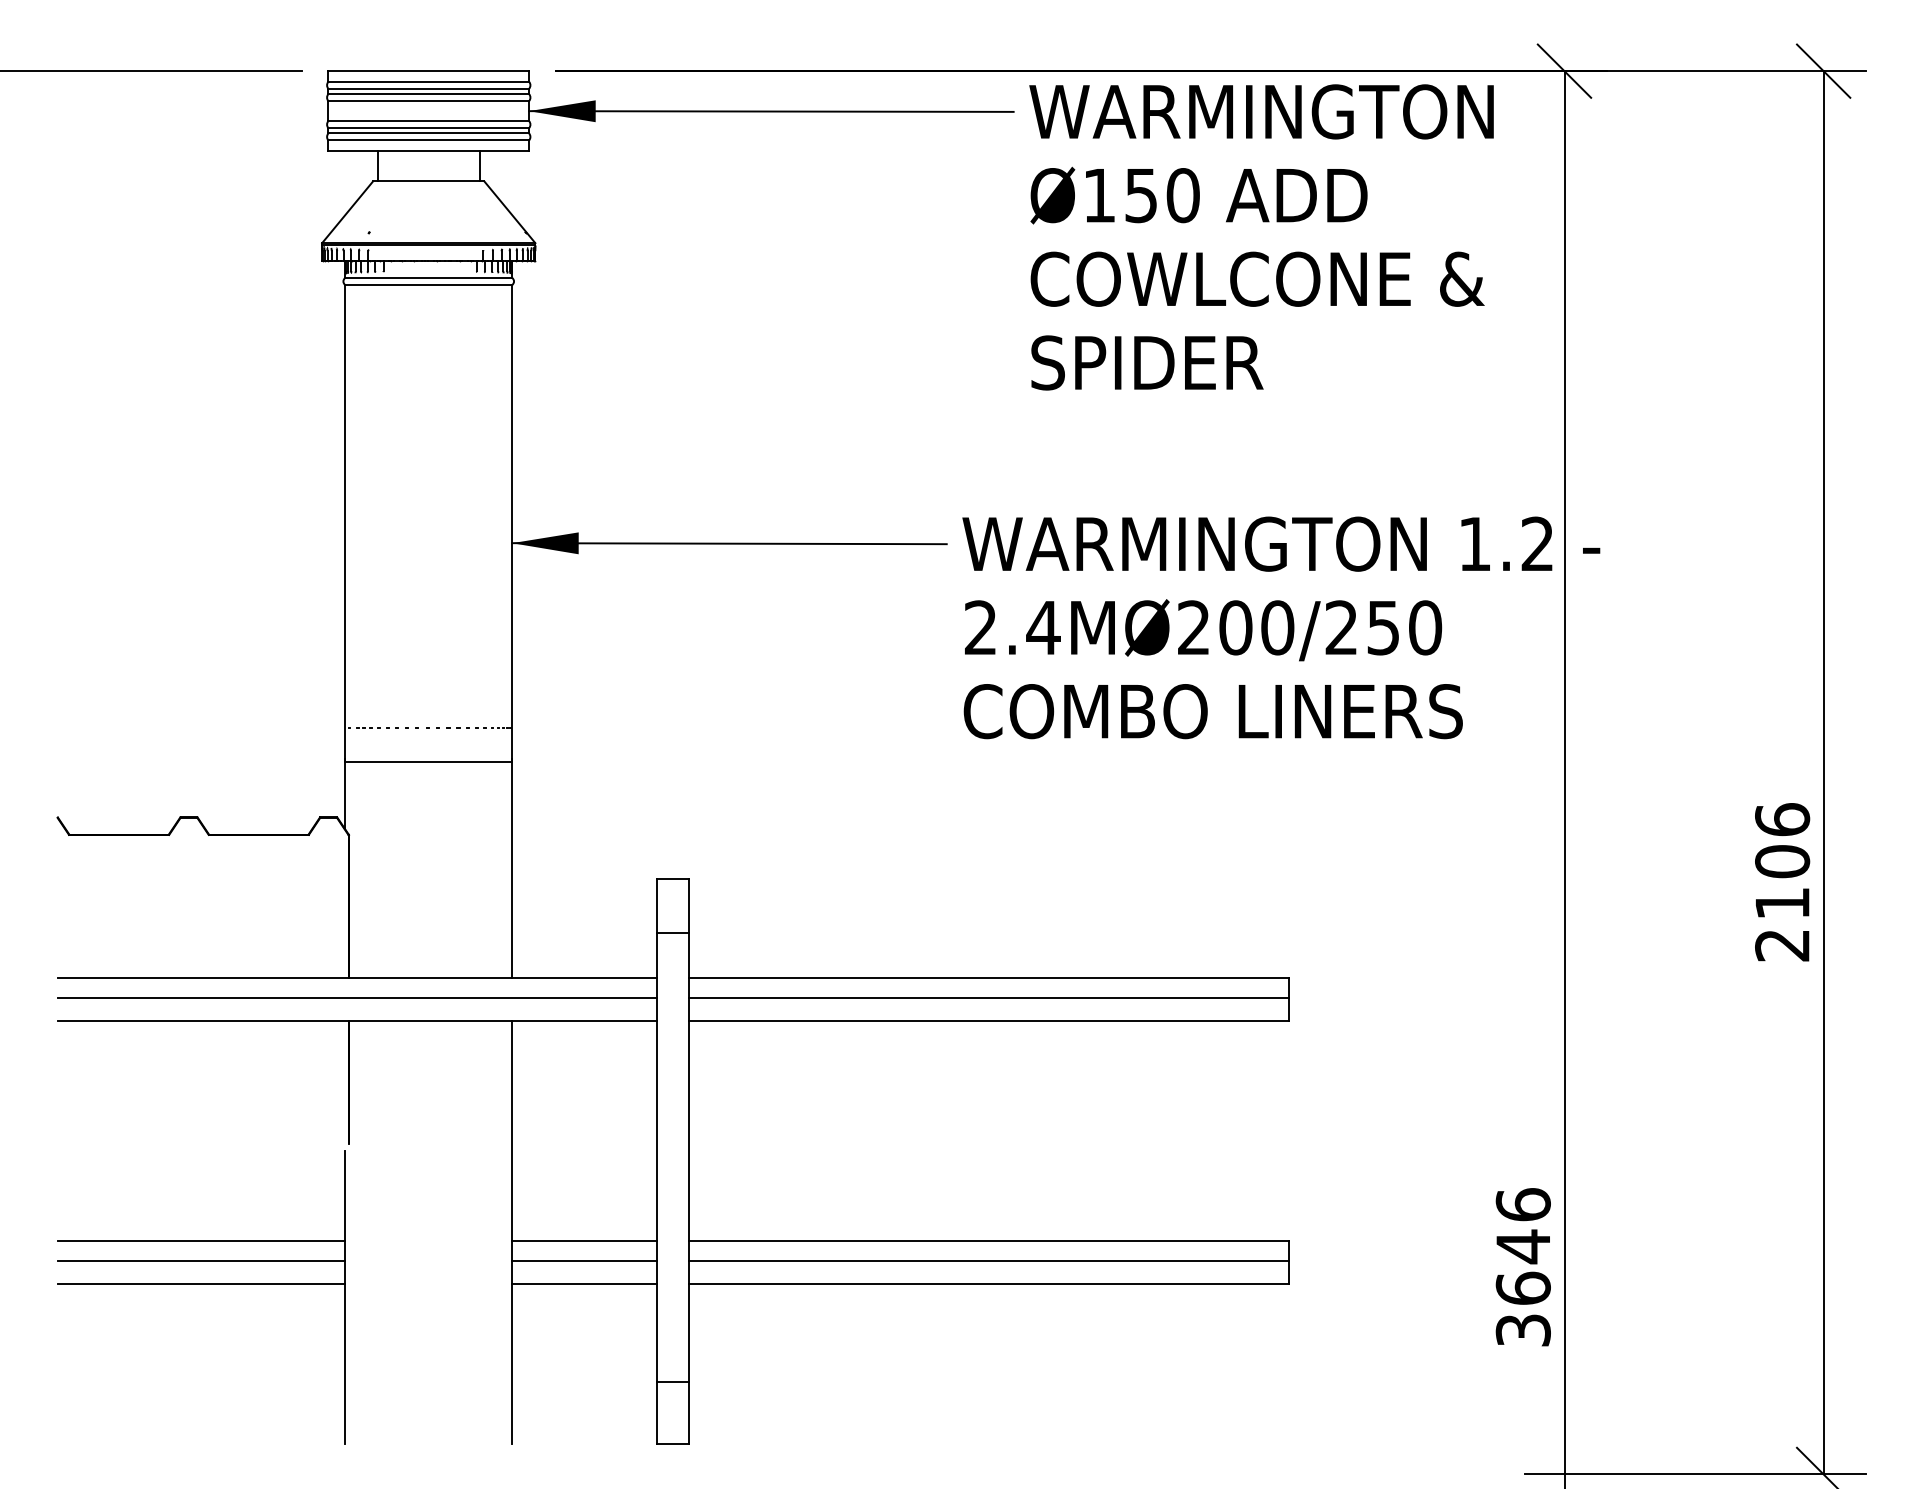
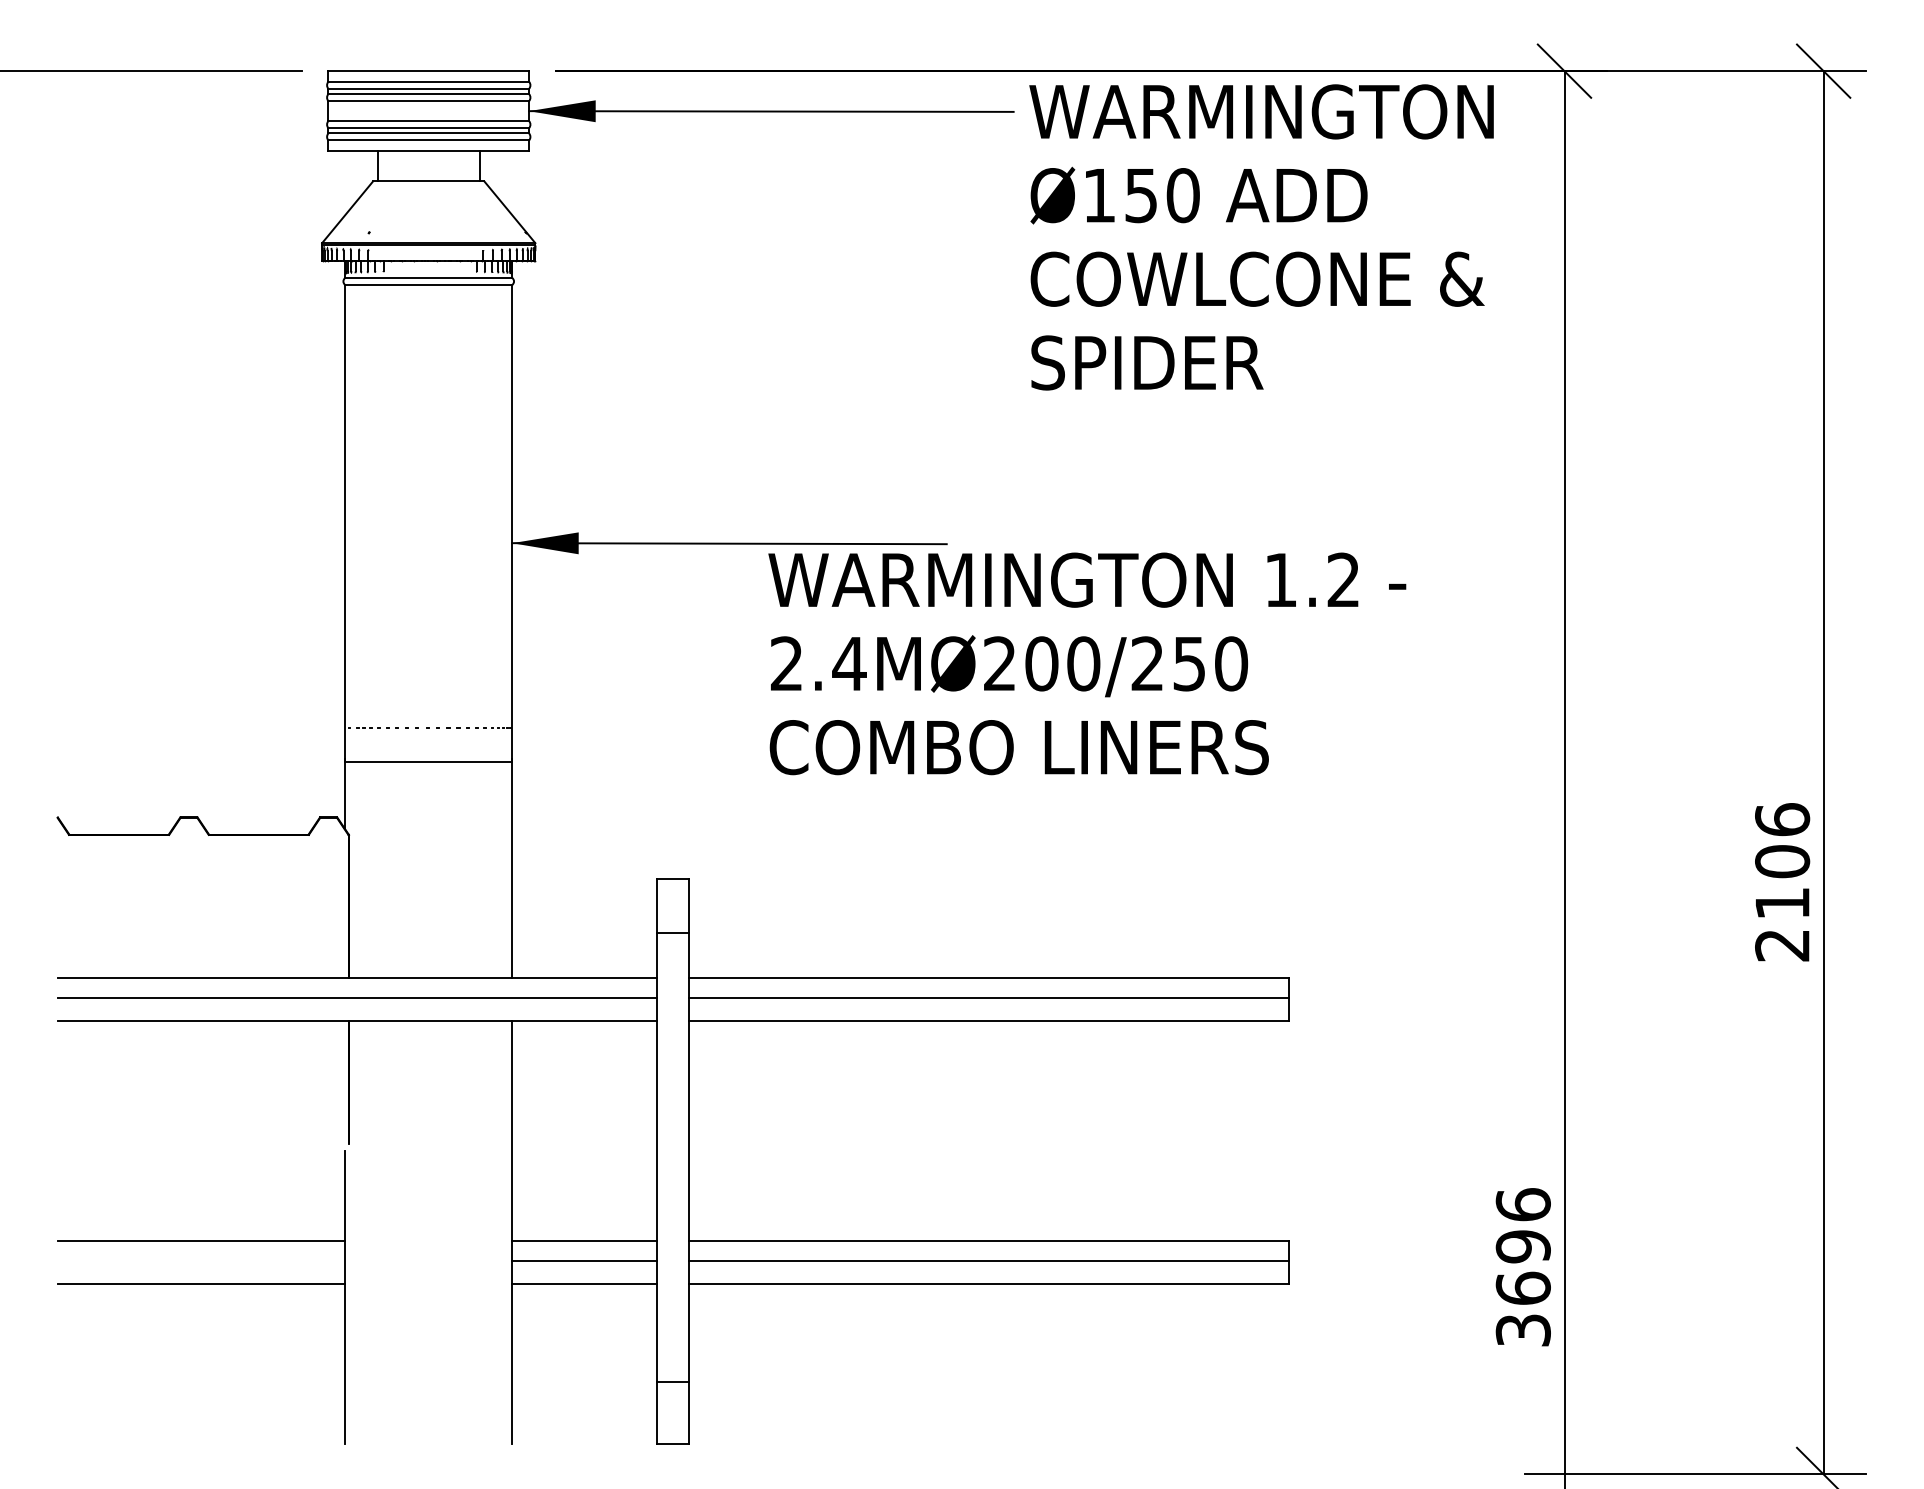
text at (1281, 627) position: (1281, 627) -> (1087, 663)
text at (1522, 1246): 3646 -> 3696
line at (201, 1260): present -> none
